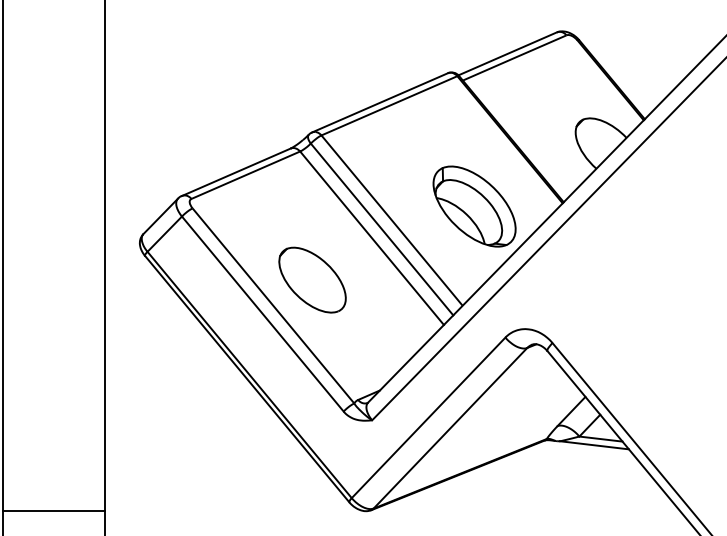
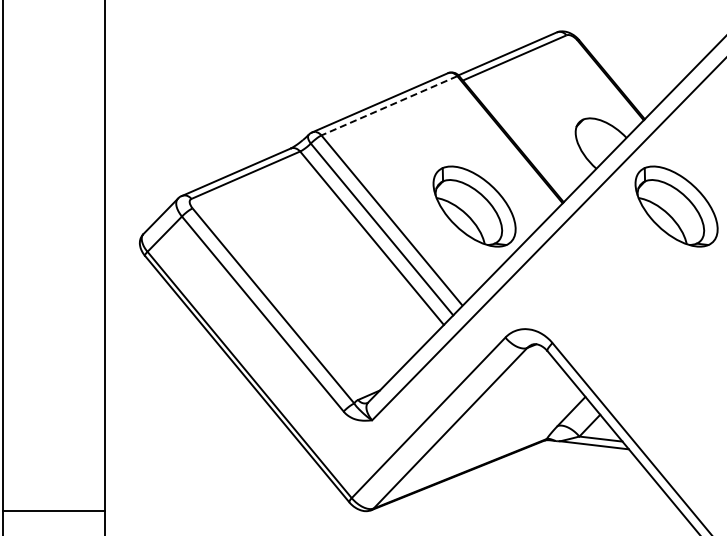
line at (388, 106): solid -> dashed
part at (676, 206): none -> present
part at (312, 279): present -> none
